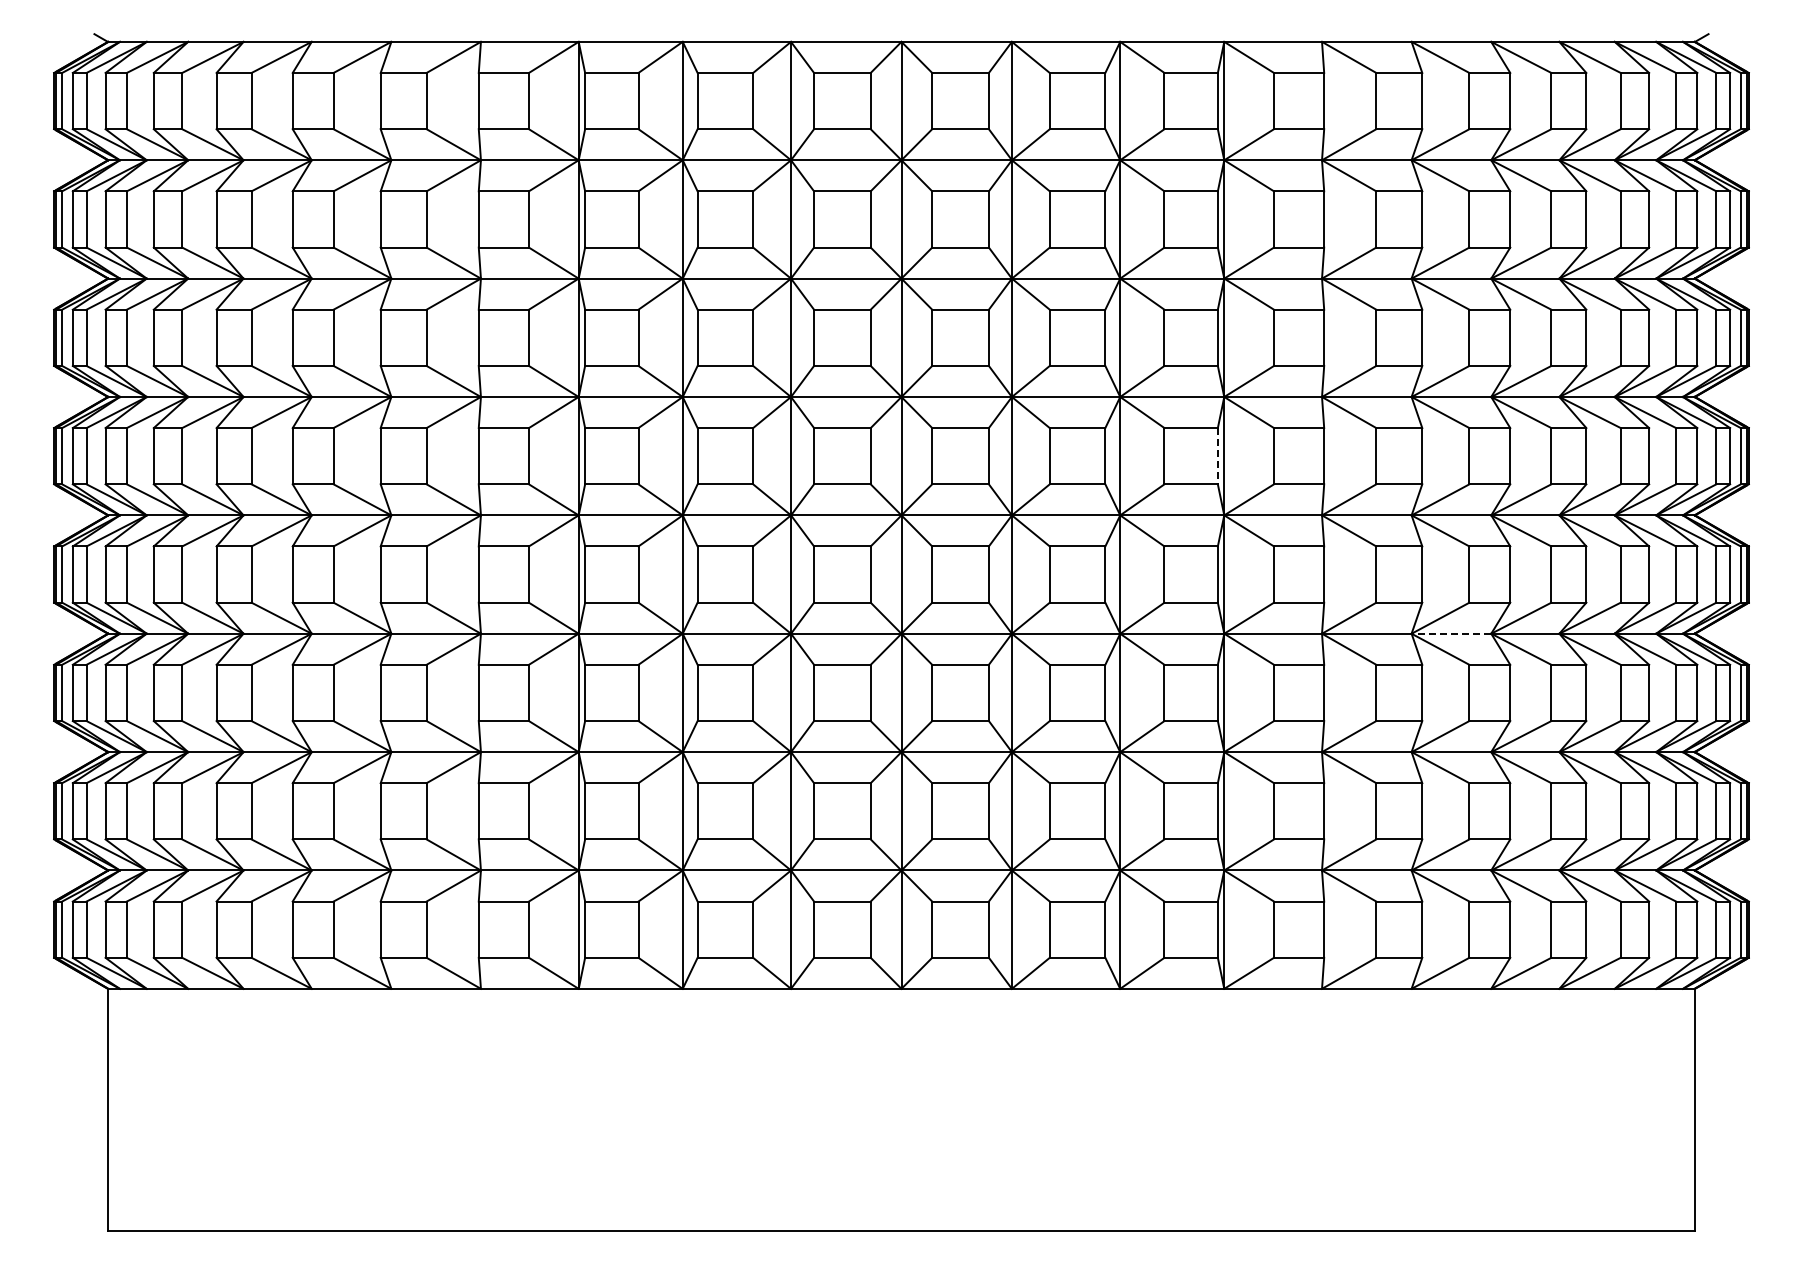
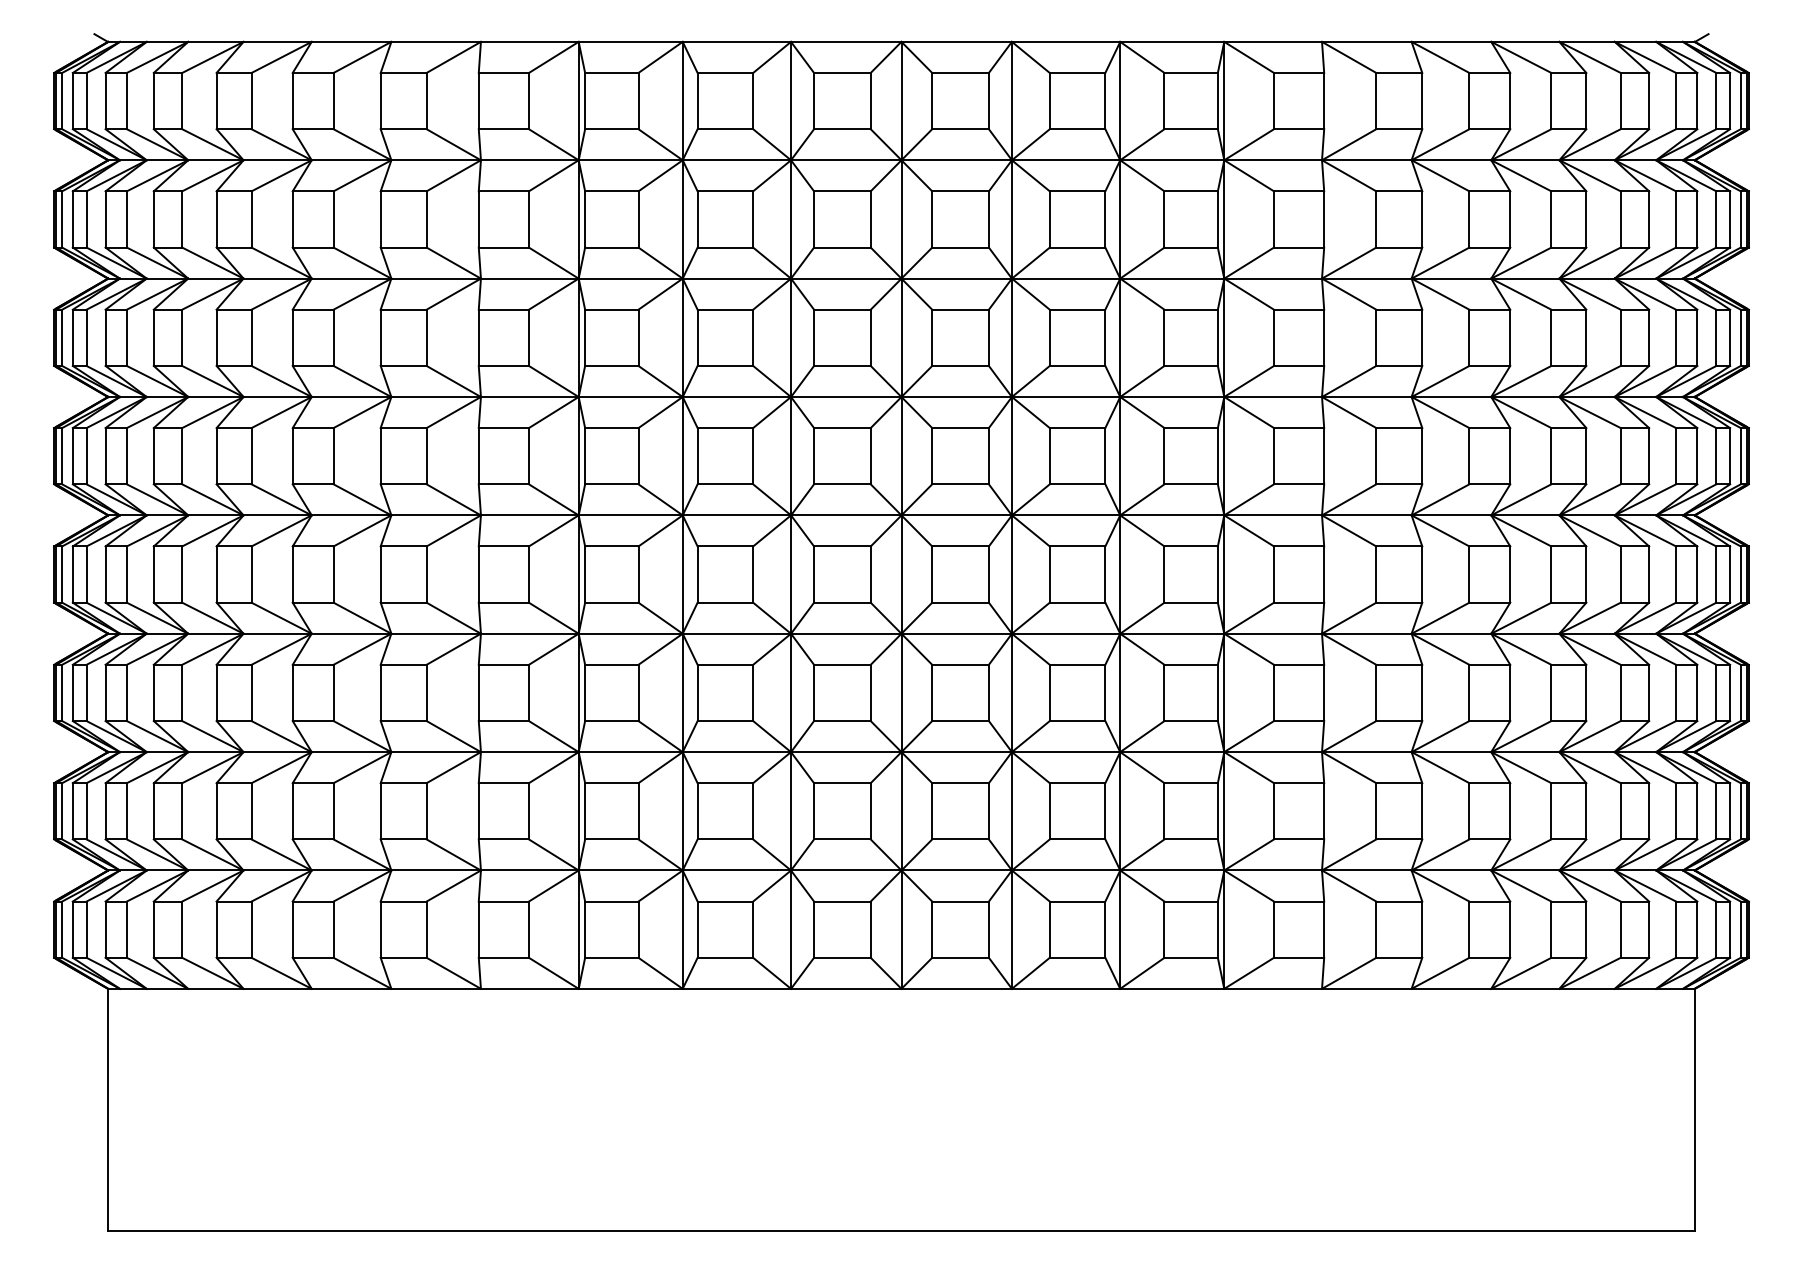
line at (1217, 456): dashed -> solid
line at (1451, 633): dashed -> solid
